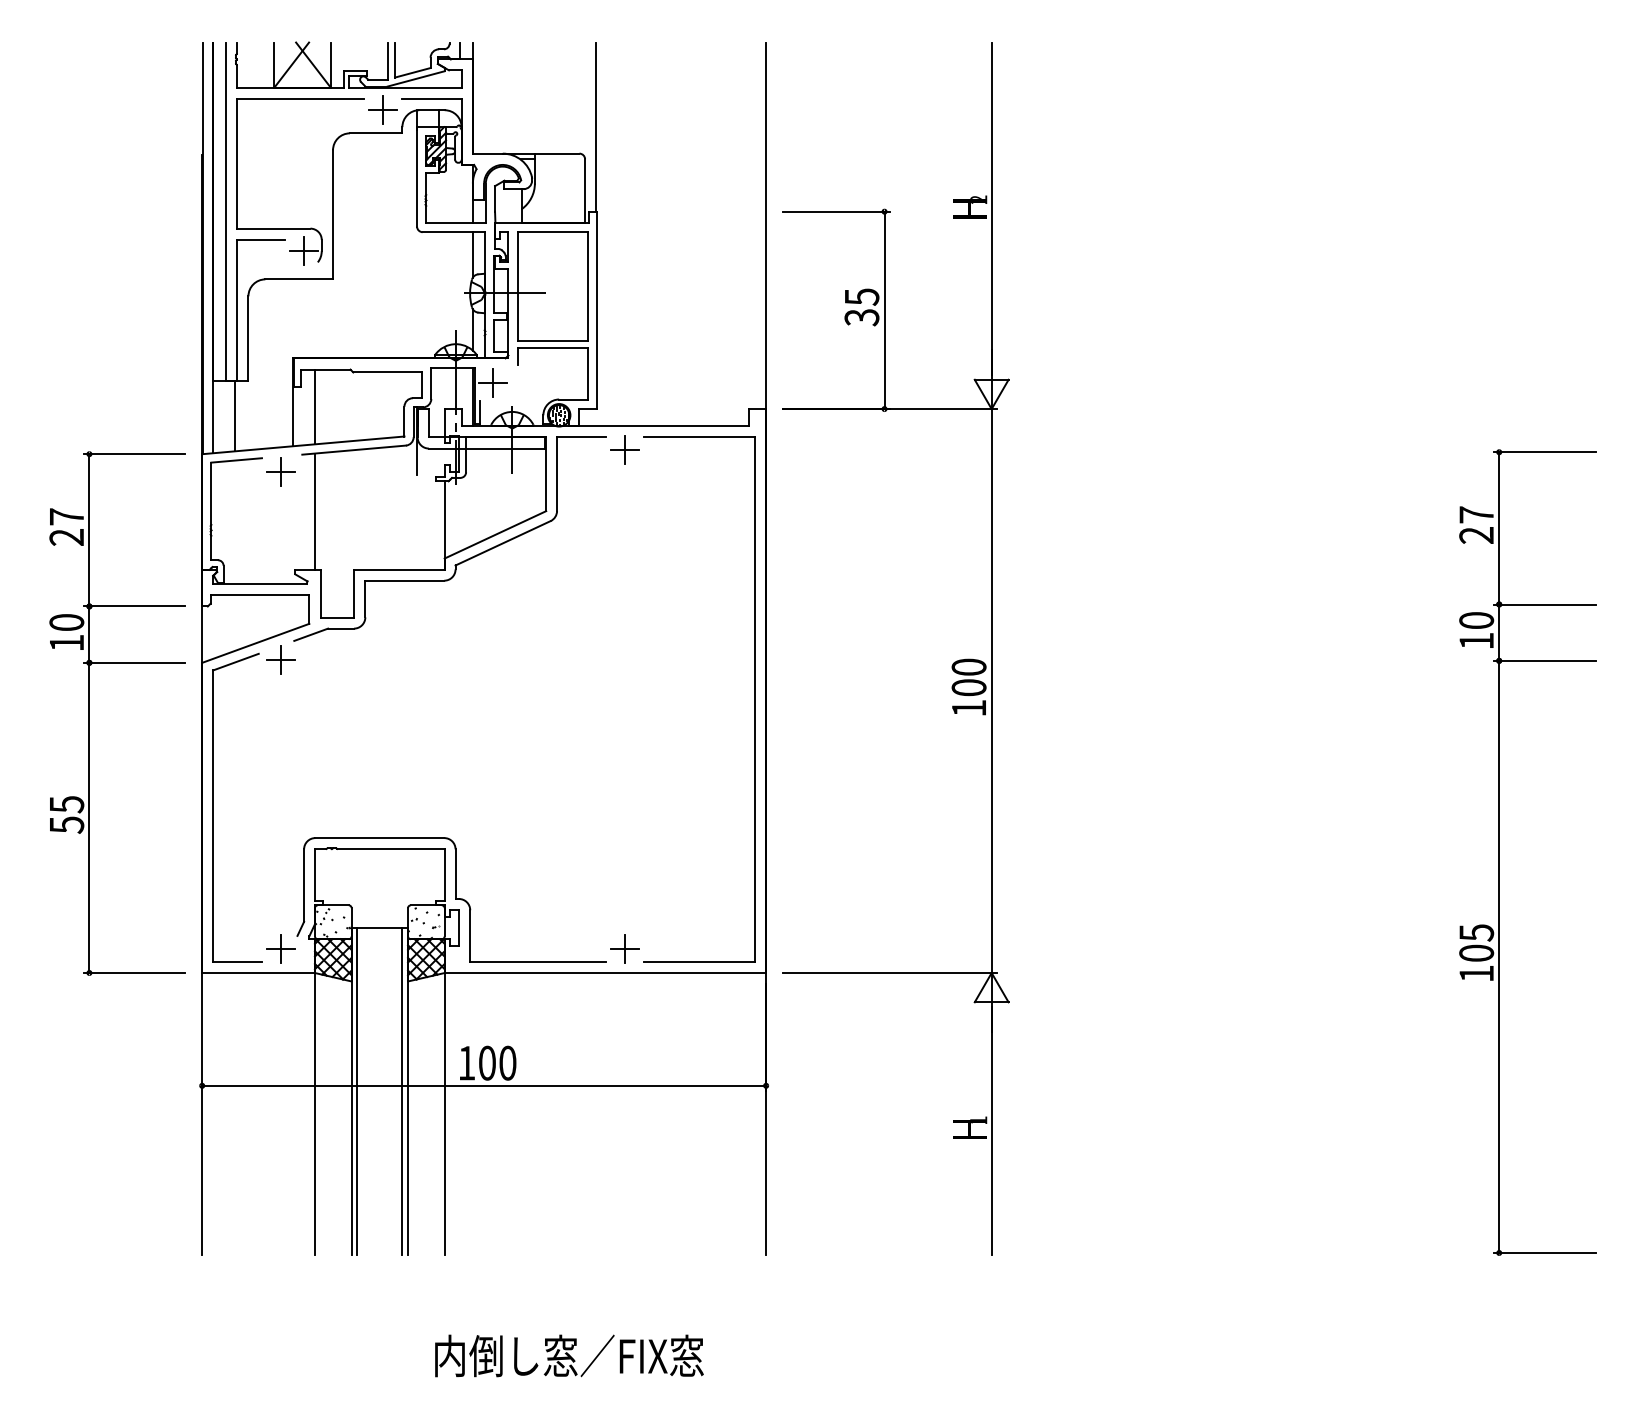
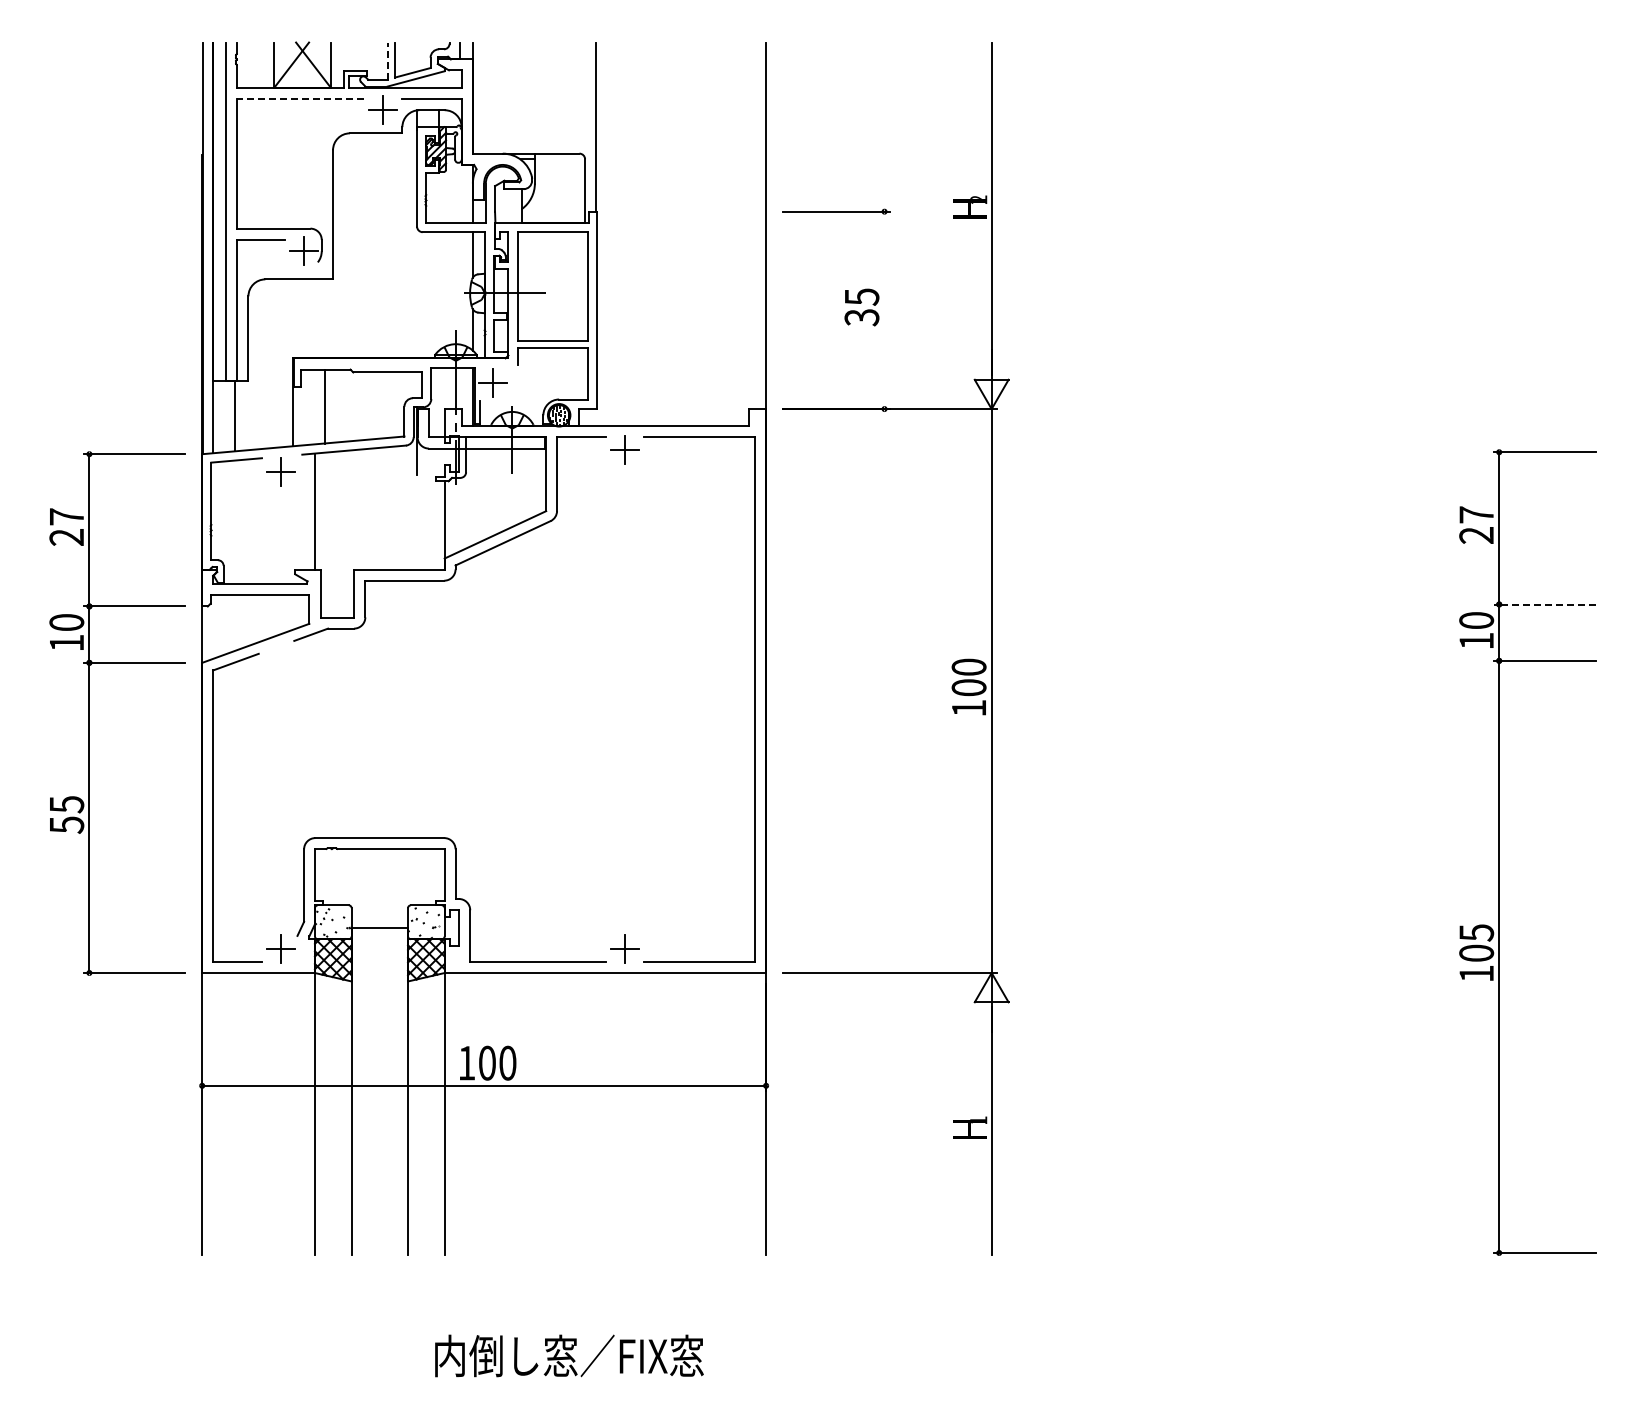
line at (387, 61): solid -> dashed
line at (299, 98): solid -> dashed
line at (884, 310): present -> none
line at (314, 406) position: (314, 406) -> (324, 406)
line at (1544, 604): solid -> dashed
part at (280, 659): present -> none
line at (357, 1090): present -> none
line at (402, 1090): present -> none
